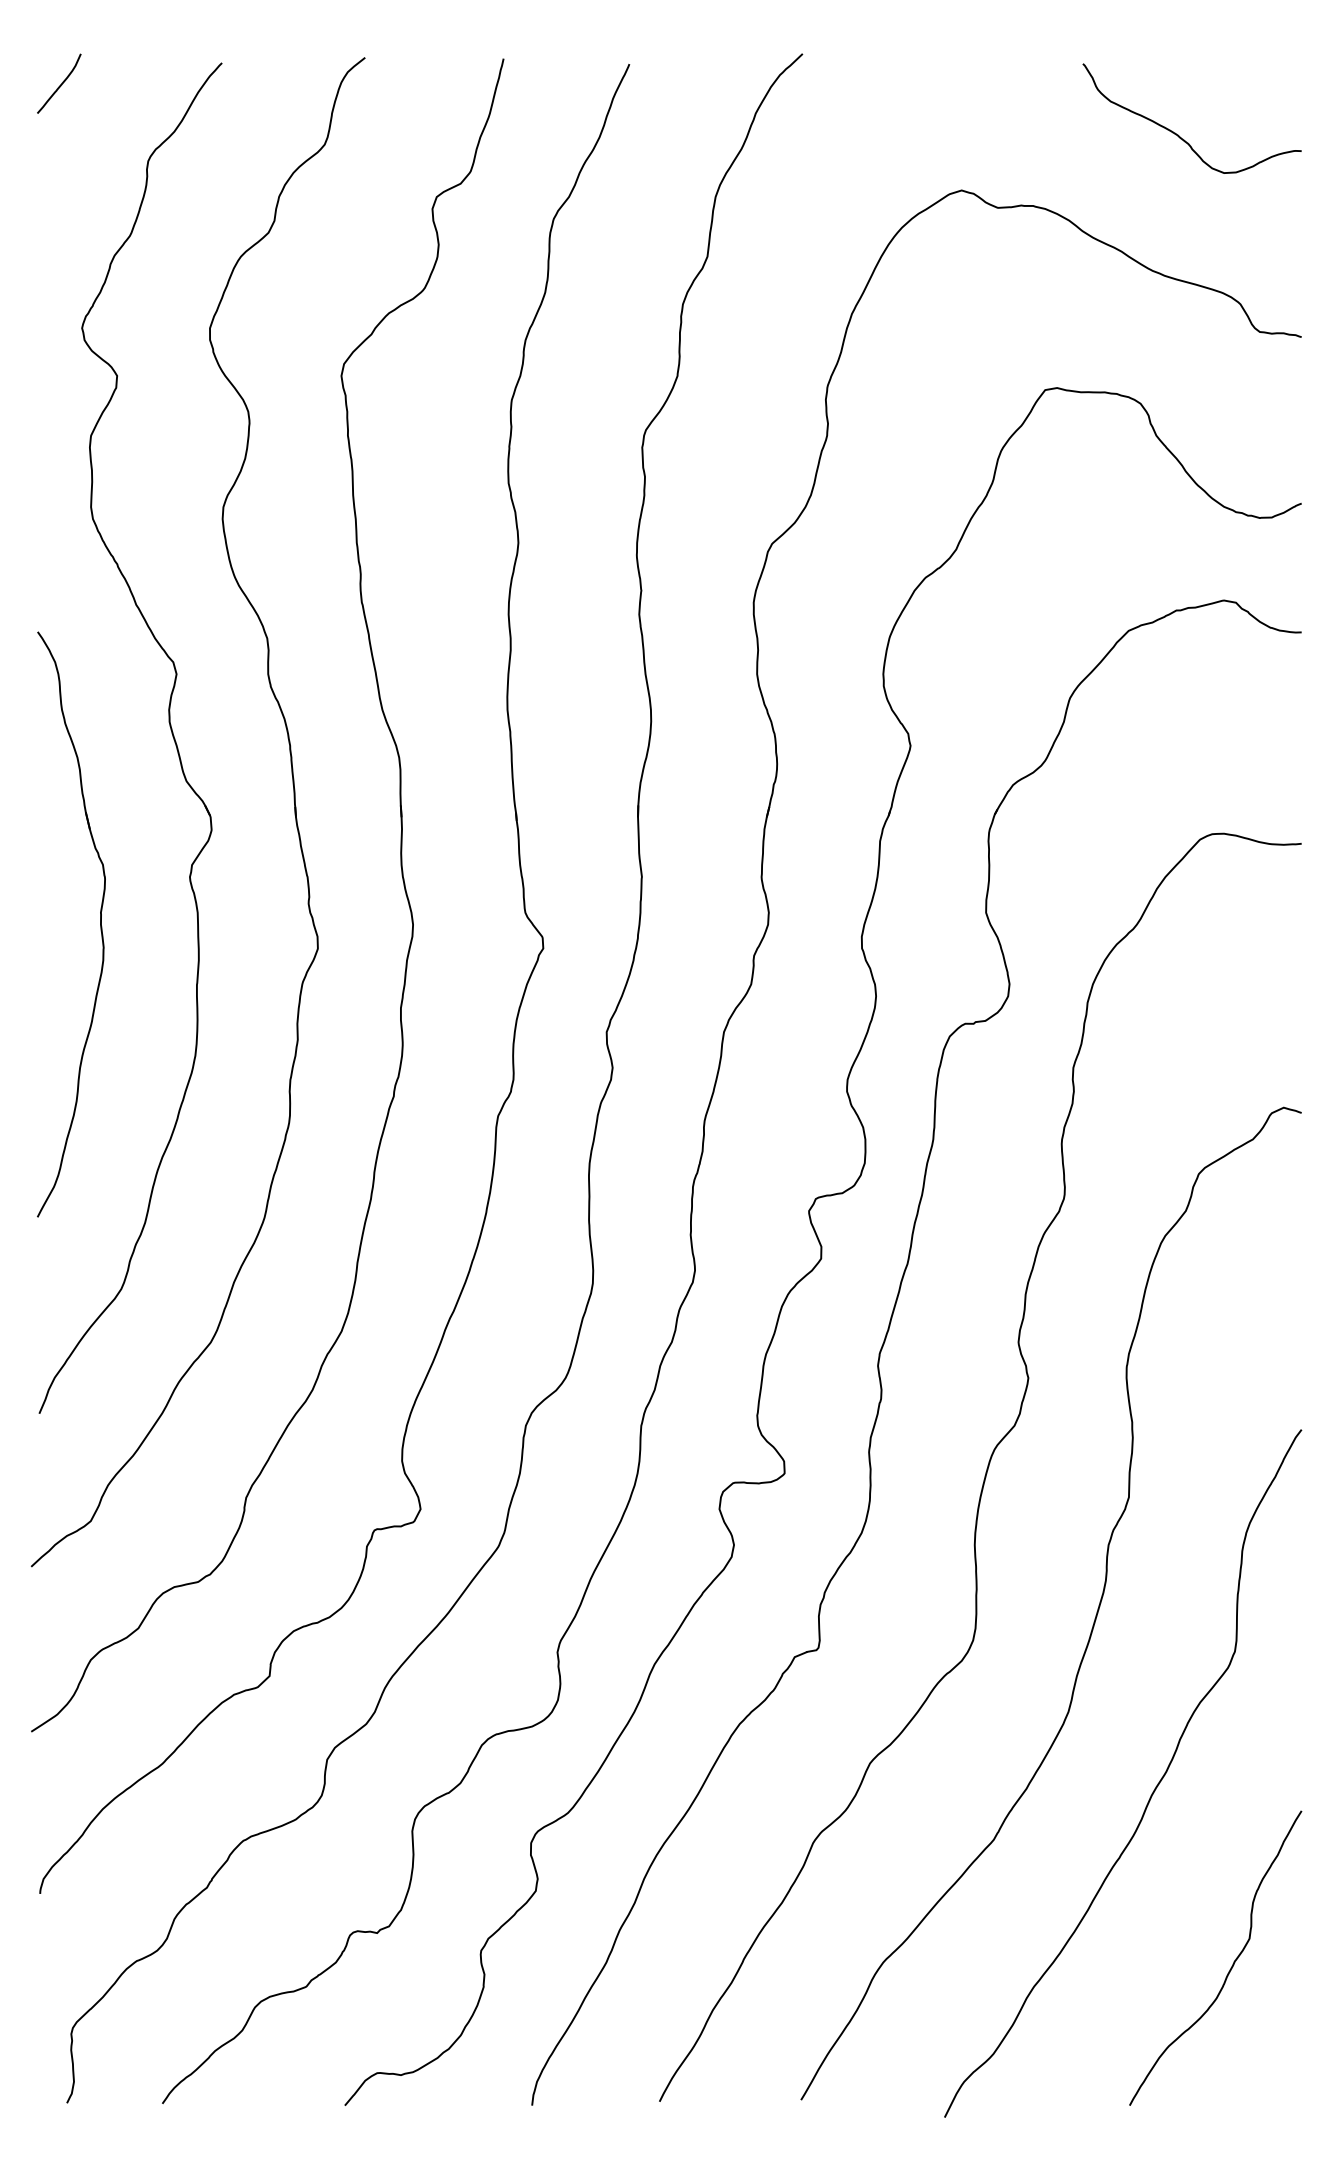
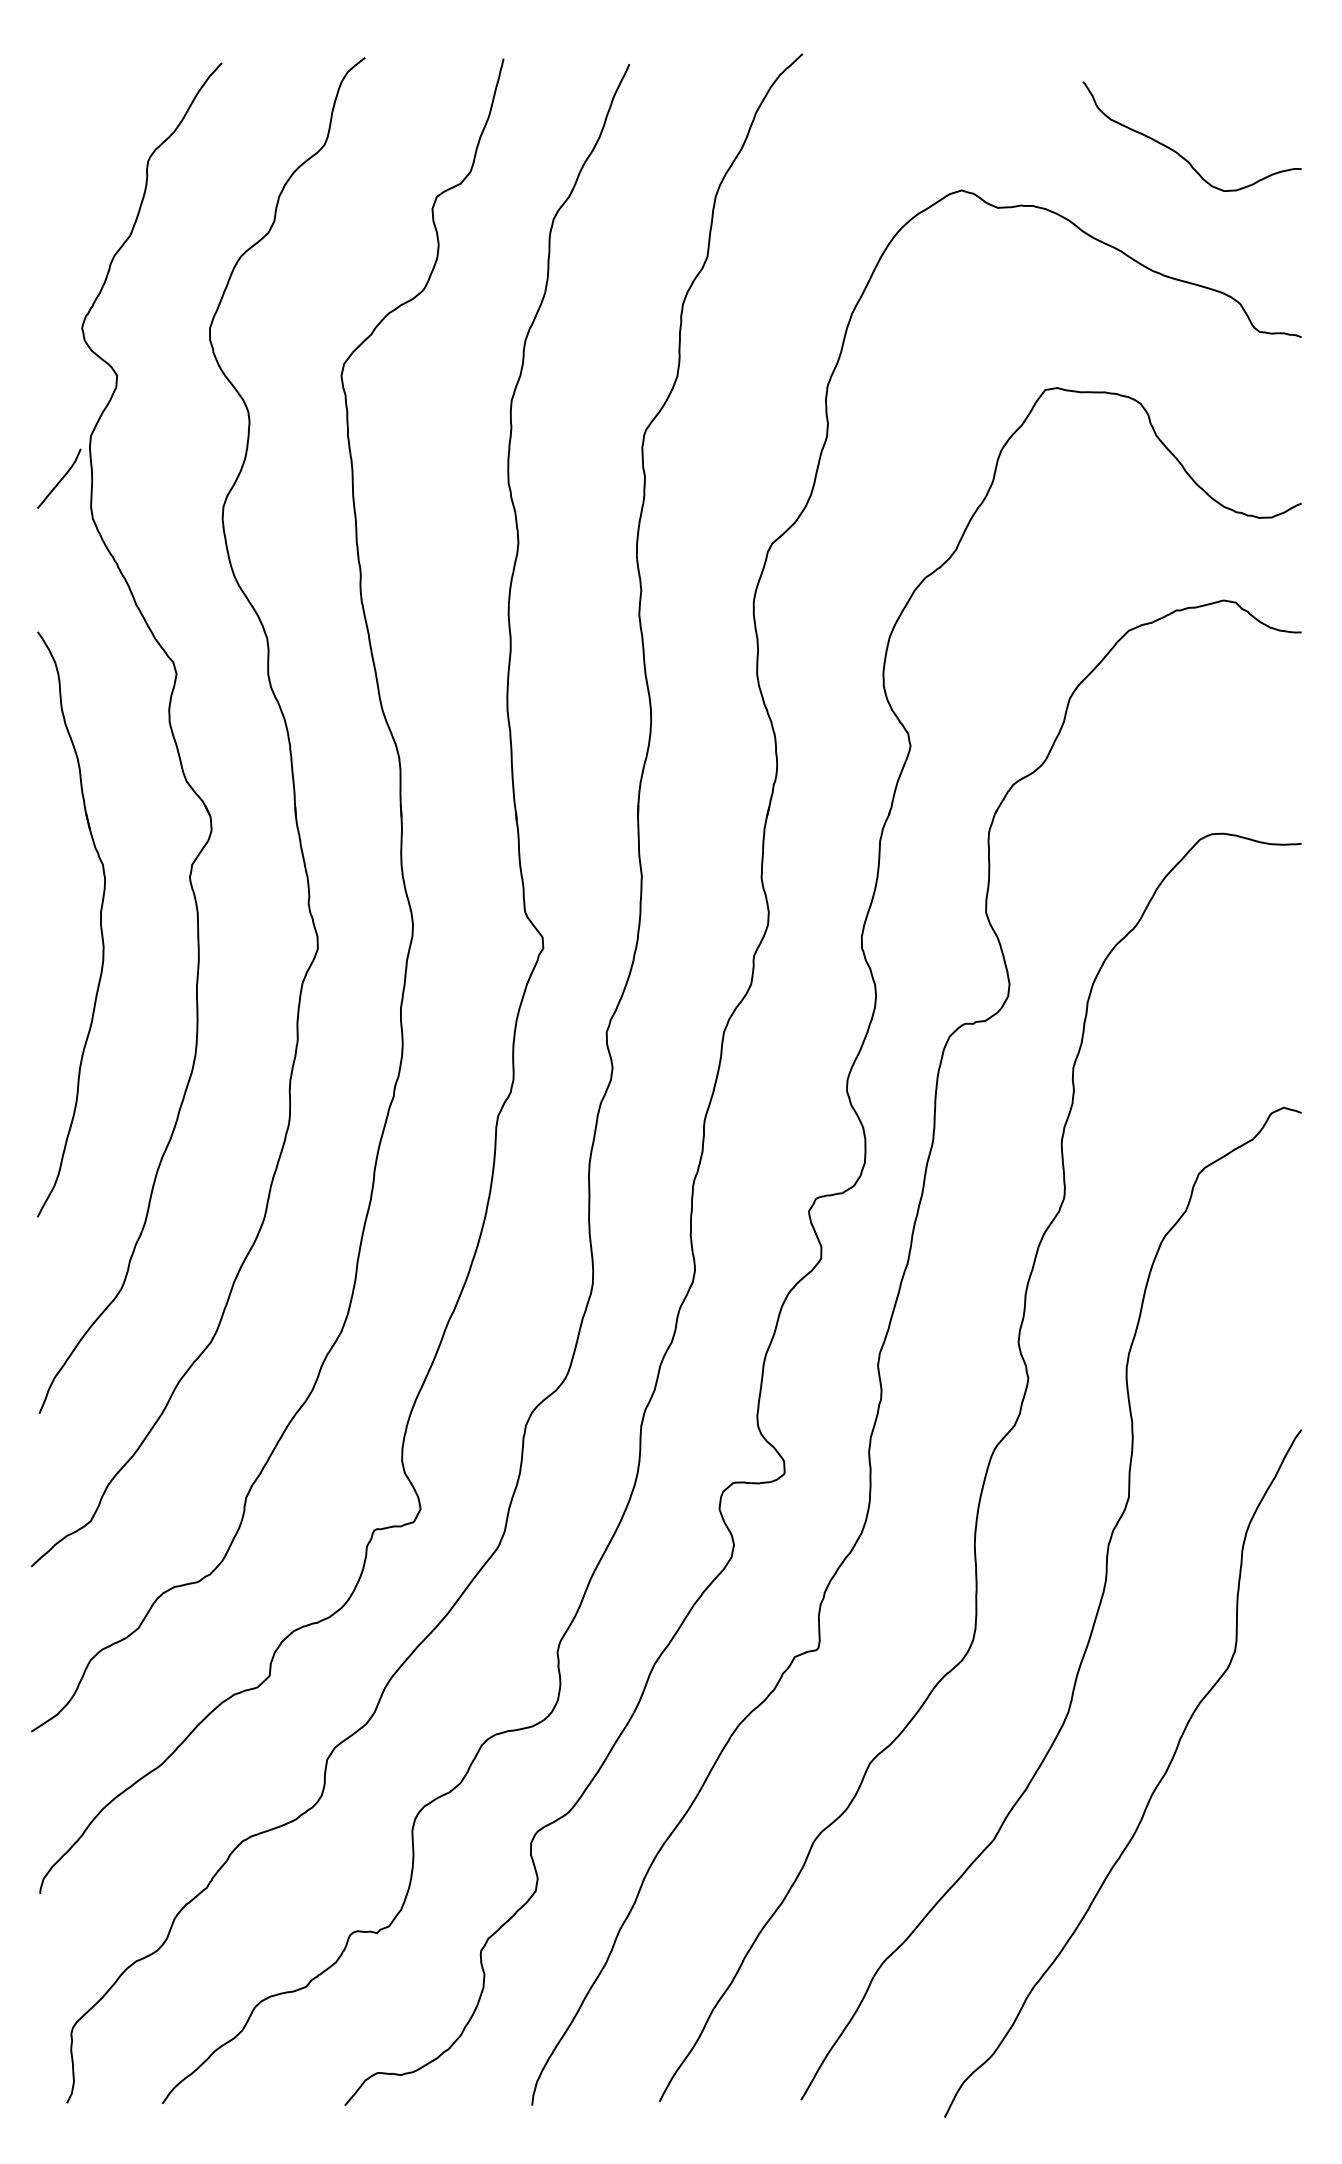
curve at (60, 84) position: (60, 84) -> (60, 479)
curve at (1178, 134) position: (1178, 134) -> (1178, 152)
curve at (1230, 1967): present -> none
